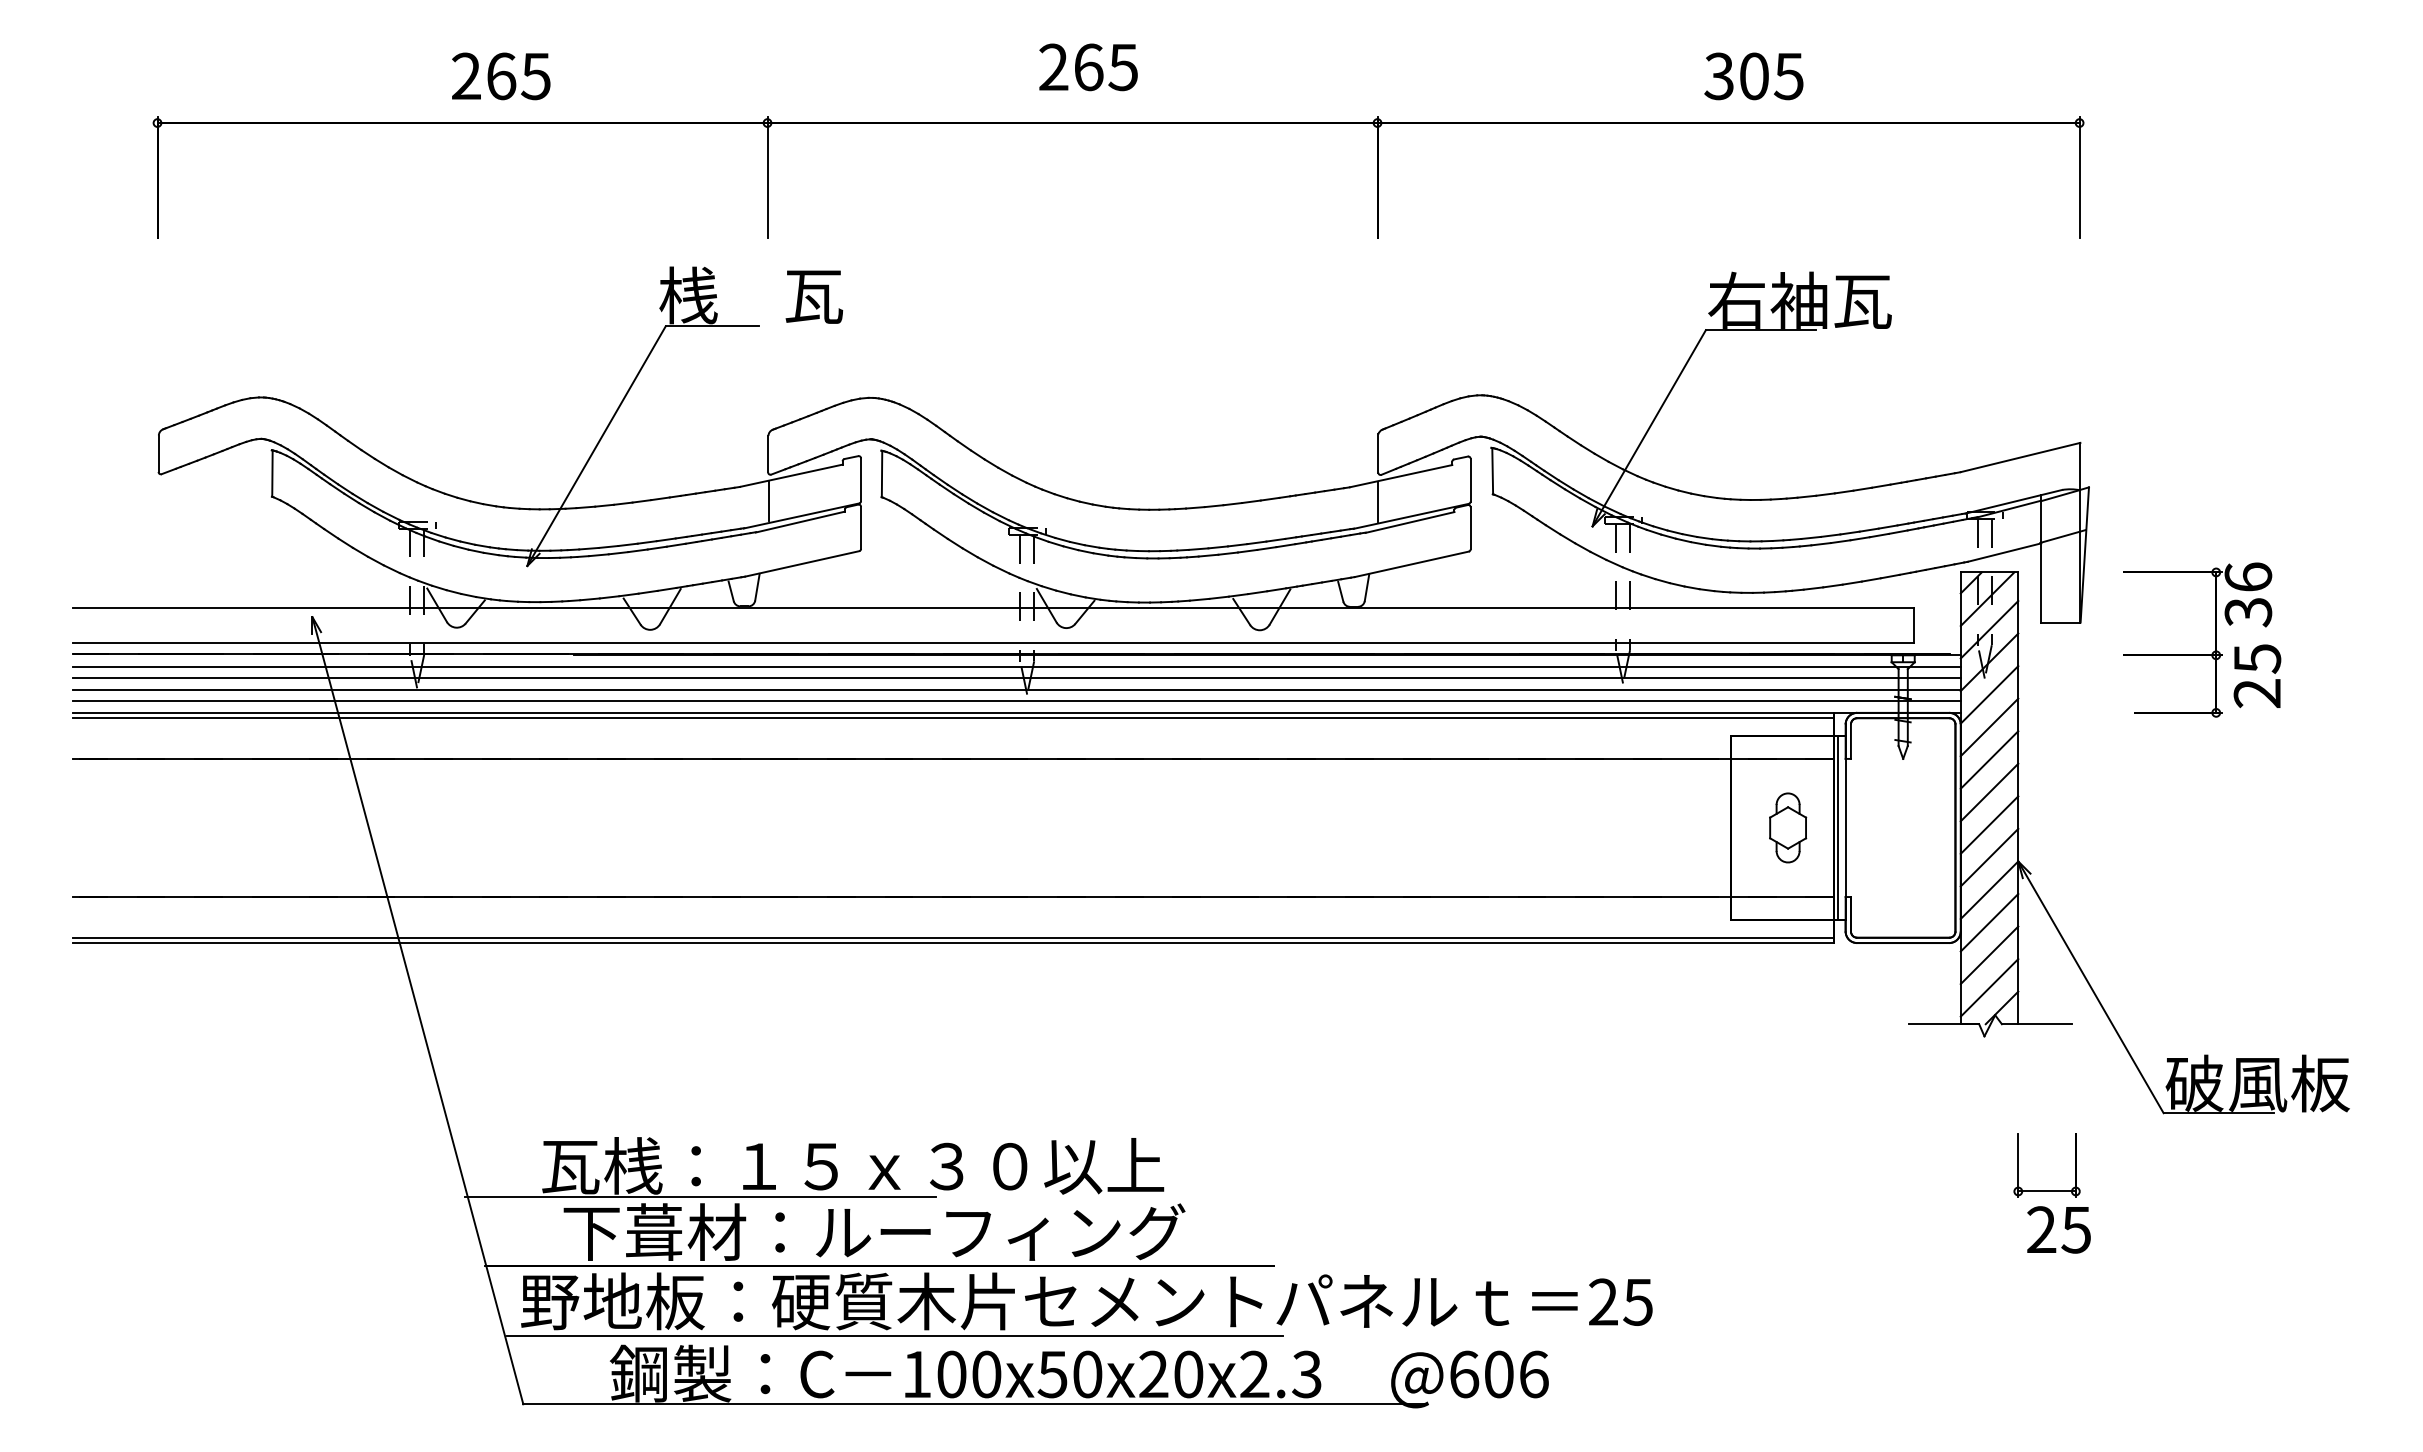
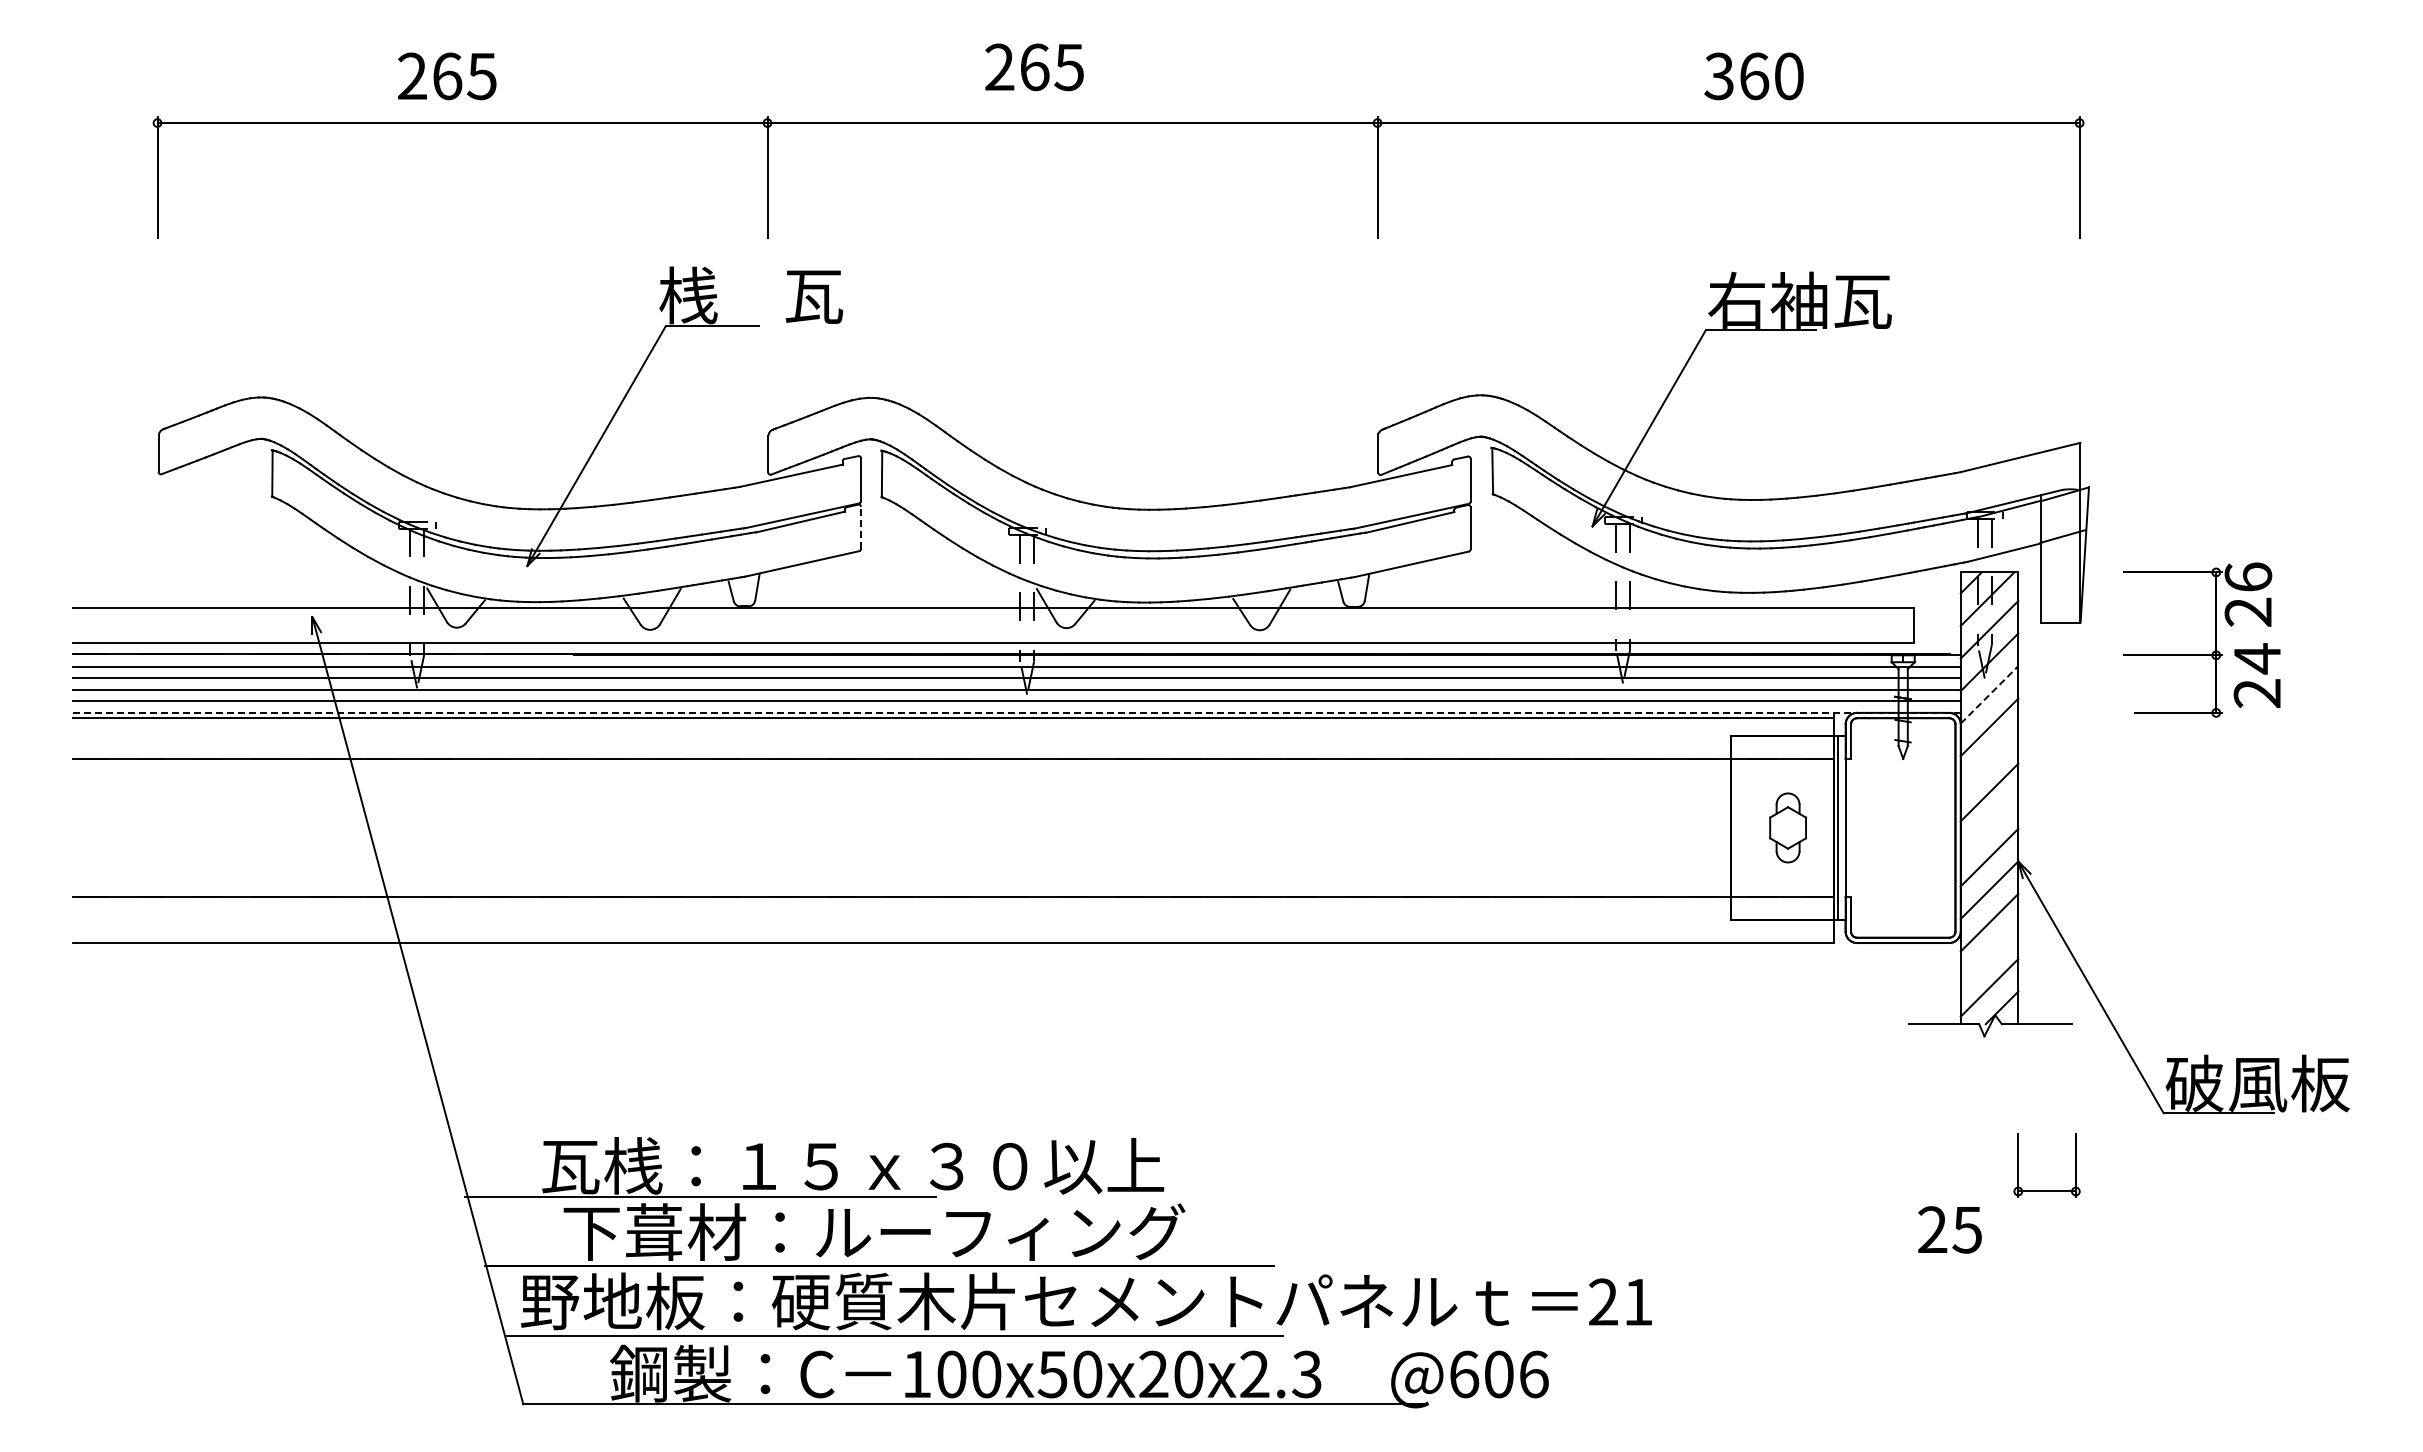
text at (1088, 67) position: (1088, 67) -> (1034, 67)
text at (501, 76) position: (501, 76) -> (447, 76)
text at (1771, 76): 305 -> 360
line at (768, 501): present -> none
line at (1378, 501): present -> none
line at (861, 527): solid -> dashed
text at (2248, 612): 36 -> 26
text at (2257, 658): 25 -> 24
line at (1989, 694): solid -> dashed
line at (1017, 712): solid -> dashed
line at (1989, 759): present -> none
line at (1989, 824): present -> none
line at (953, 937): present -> none
line at (1989, 955): present -> none
text at (2058, 1229) position: (2058, 1229) -> (1949, 1229)
text at (1637, 1302): 25 -> 21
